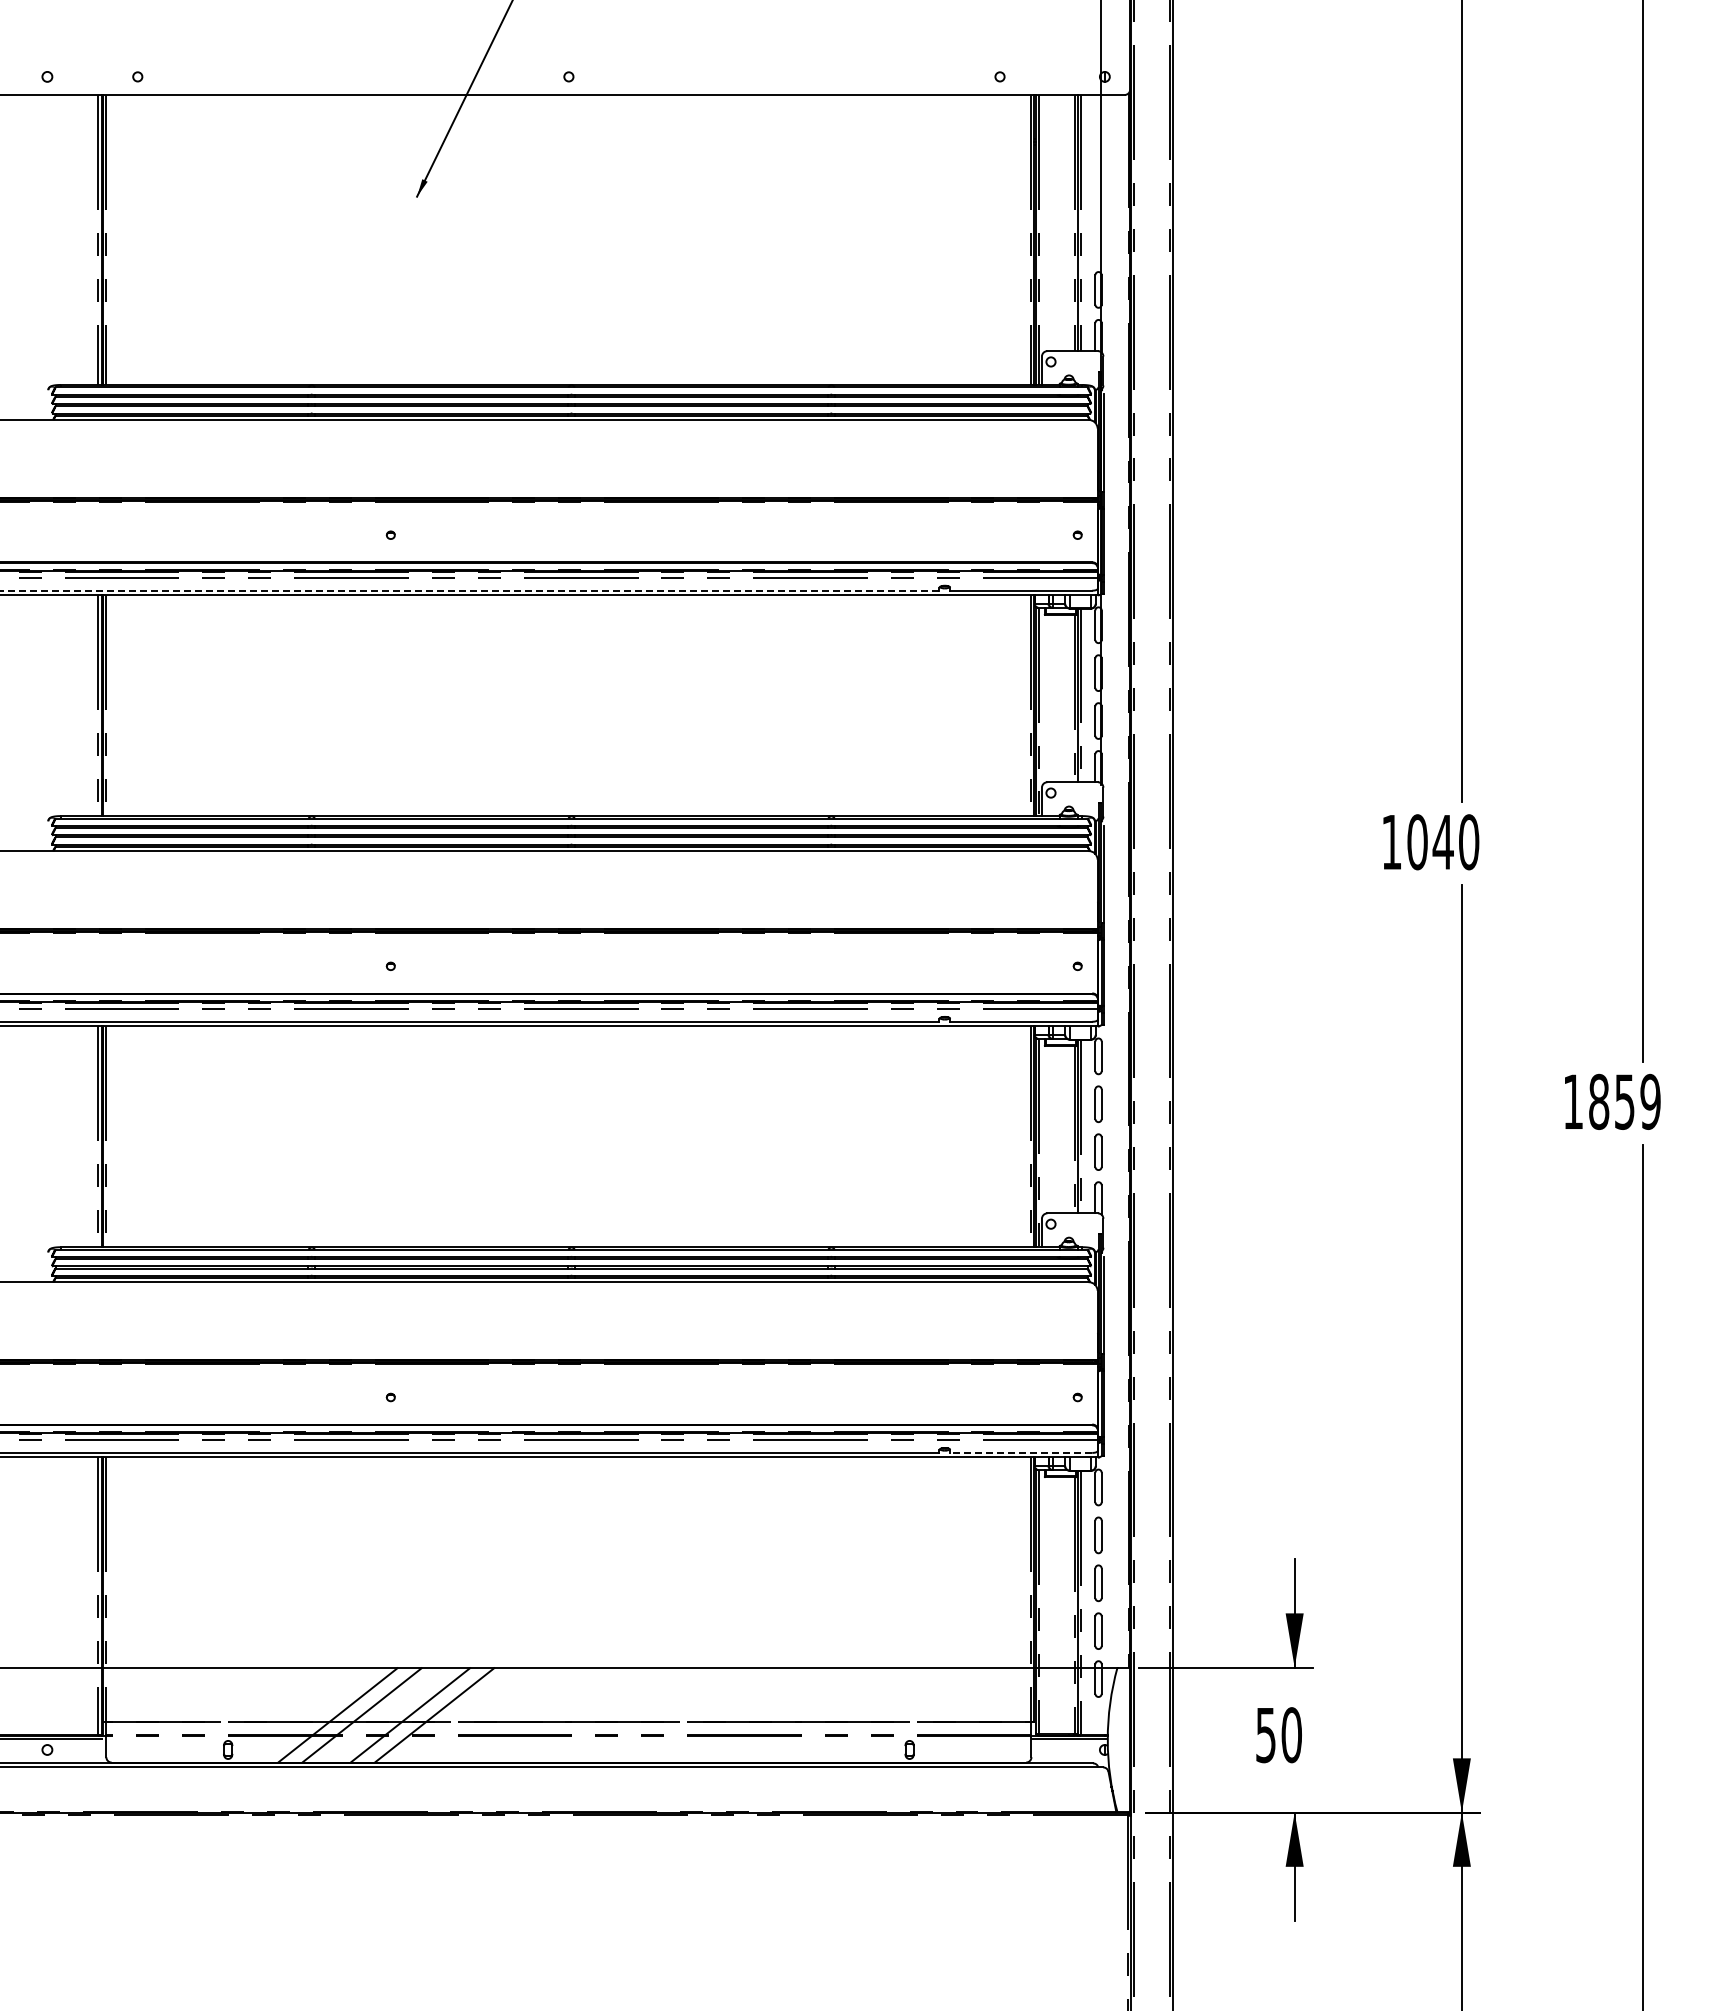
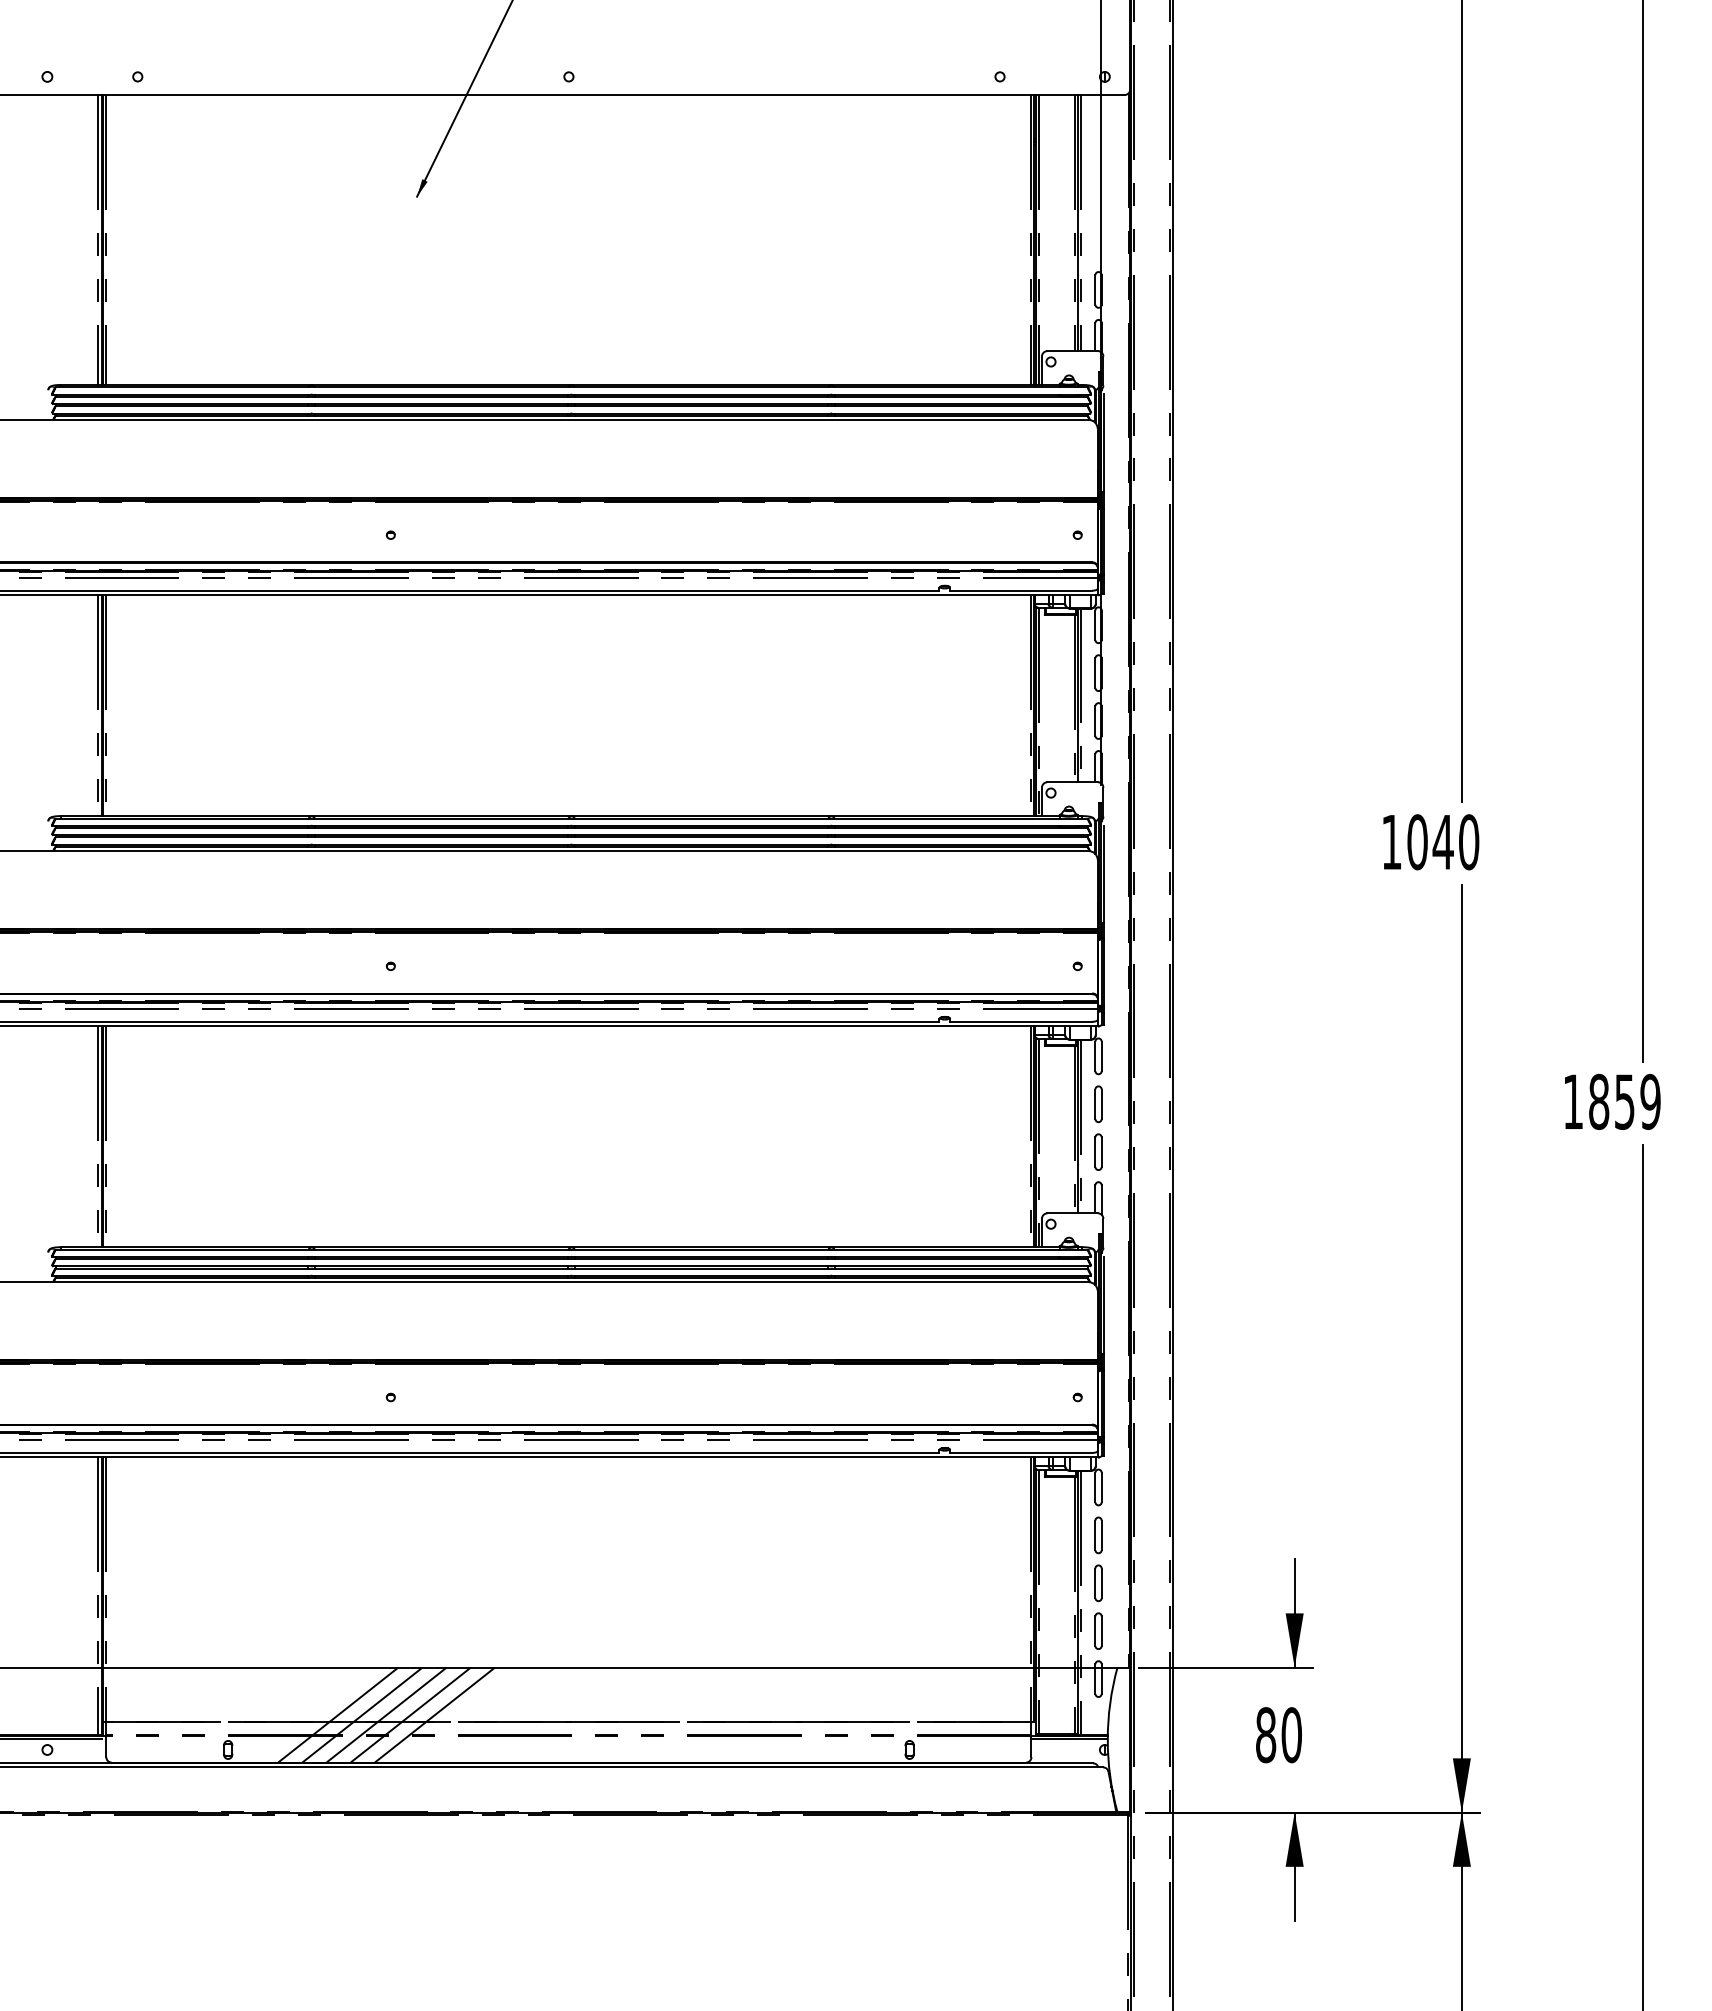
line at (469, 590): dashed -> solid
line at (1021, 1452): dashed -> solid
line at (386, 1714): none -> present
text at (1266, 1735): 50 -> 80
